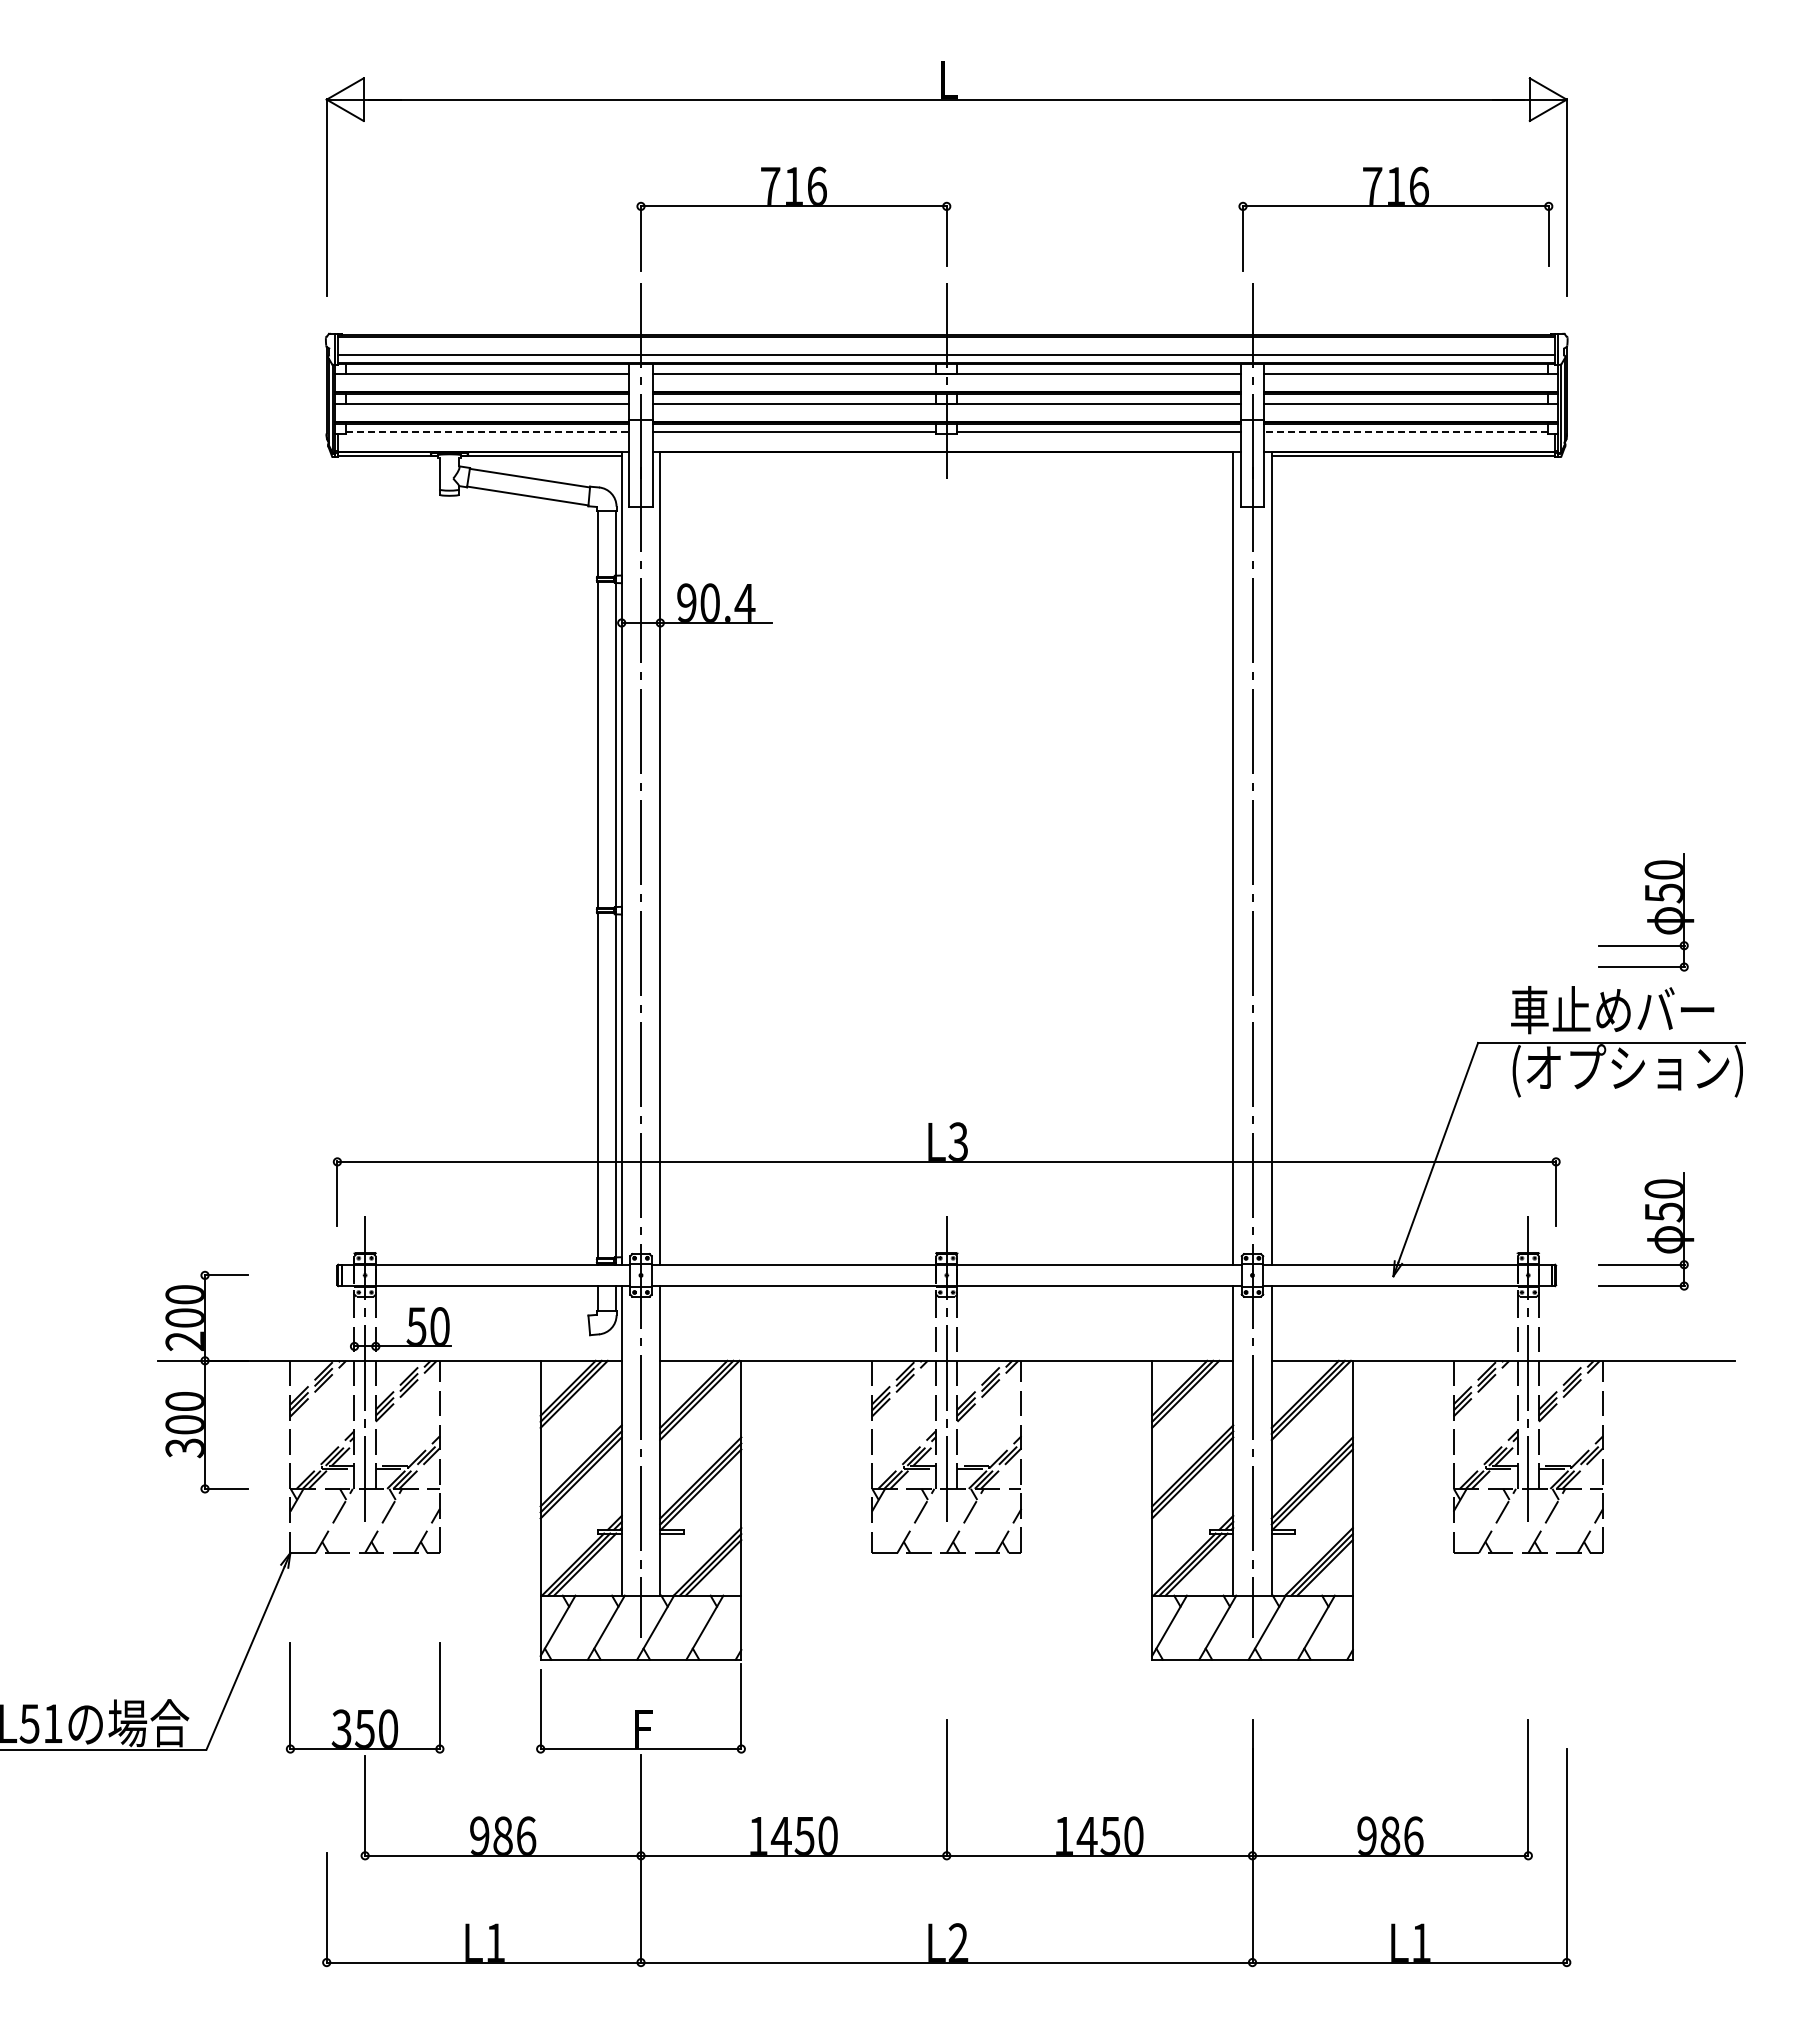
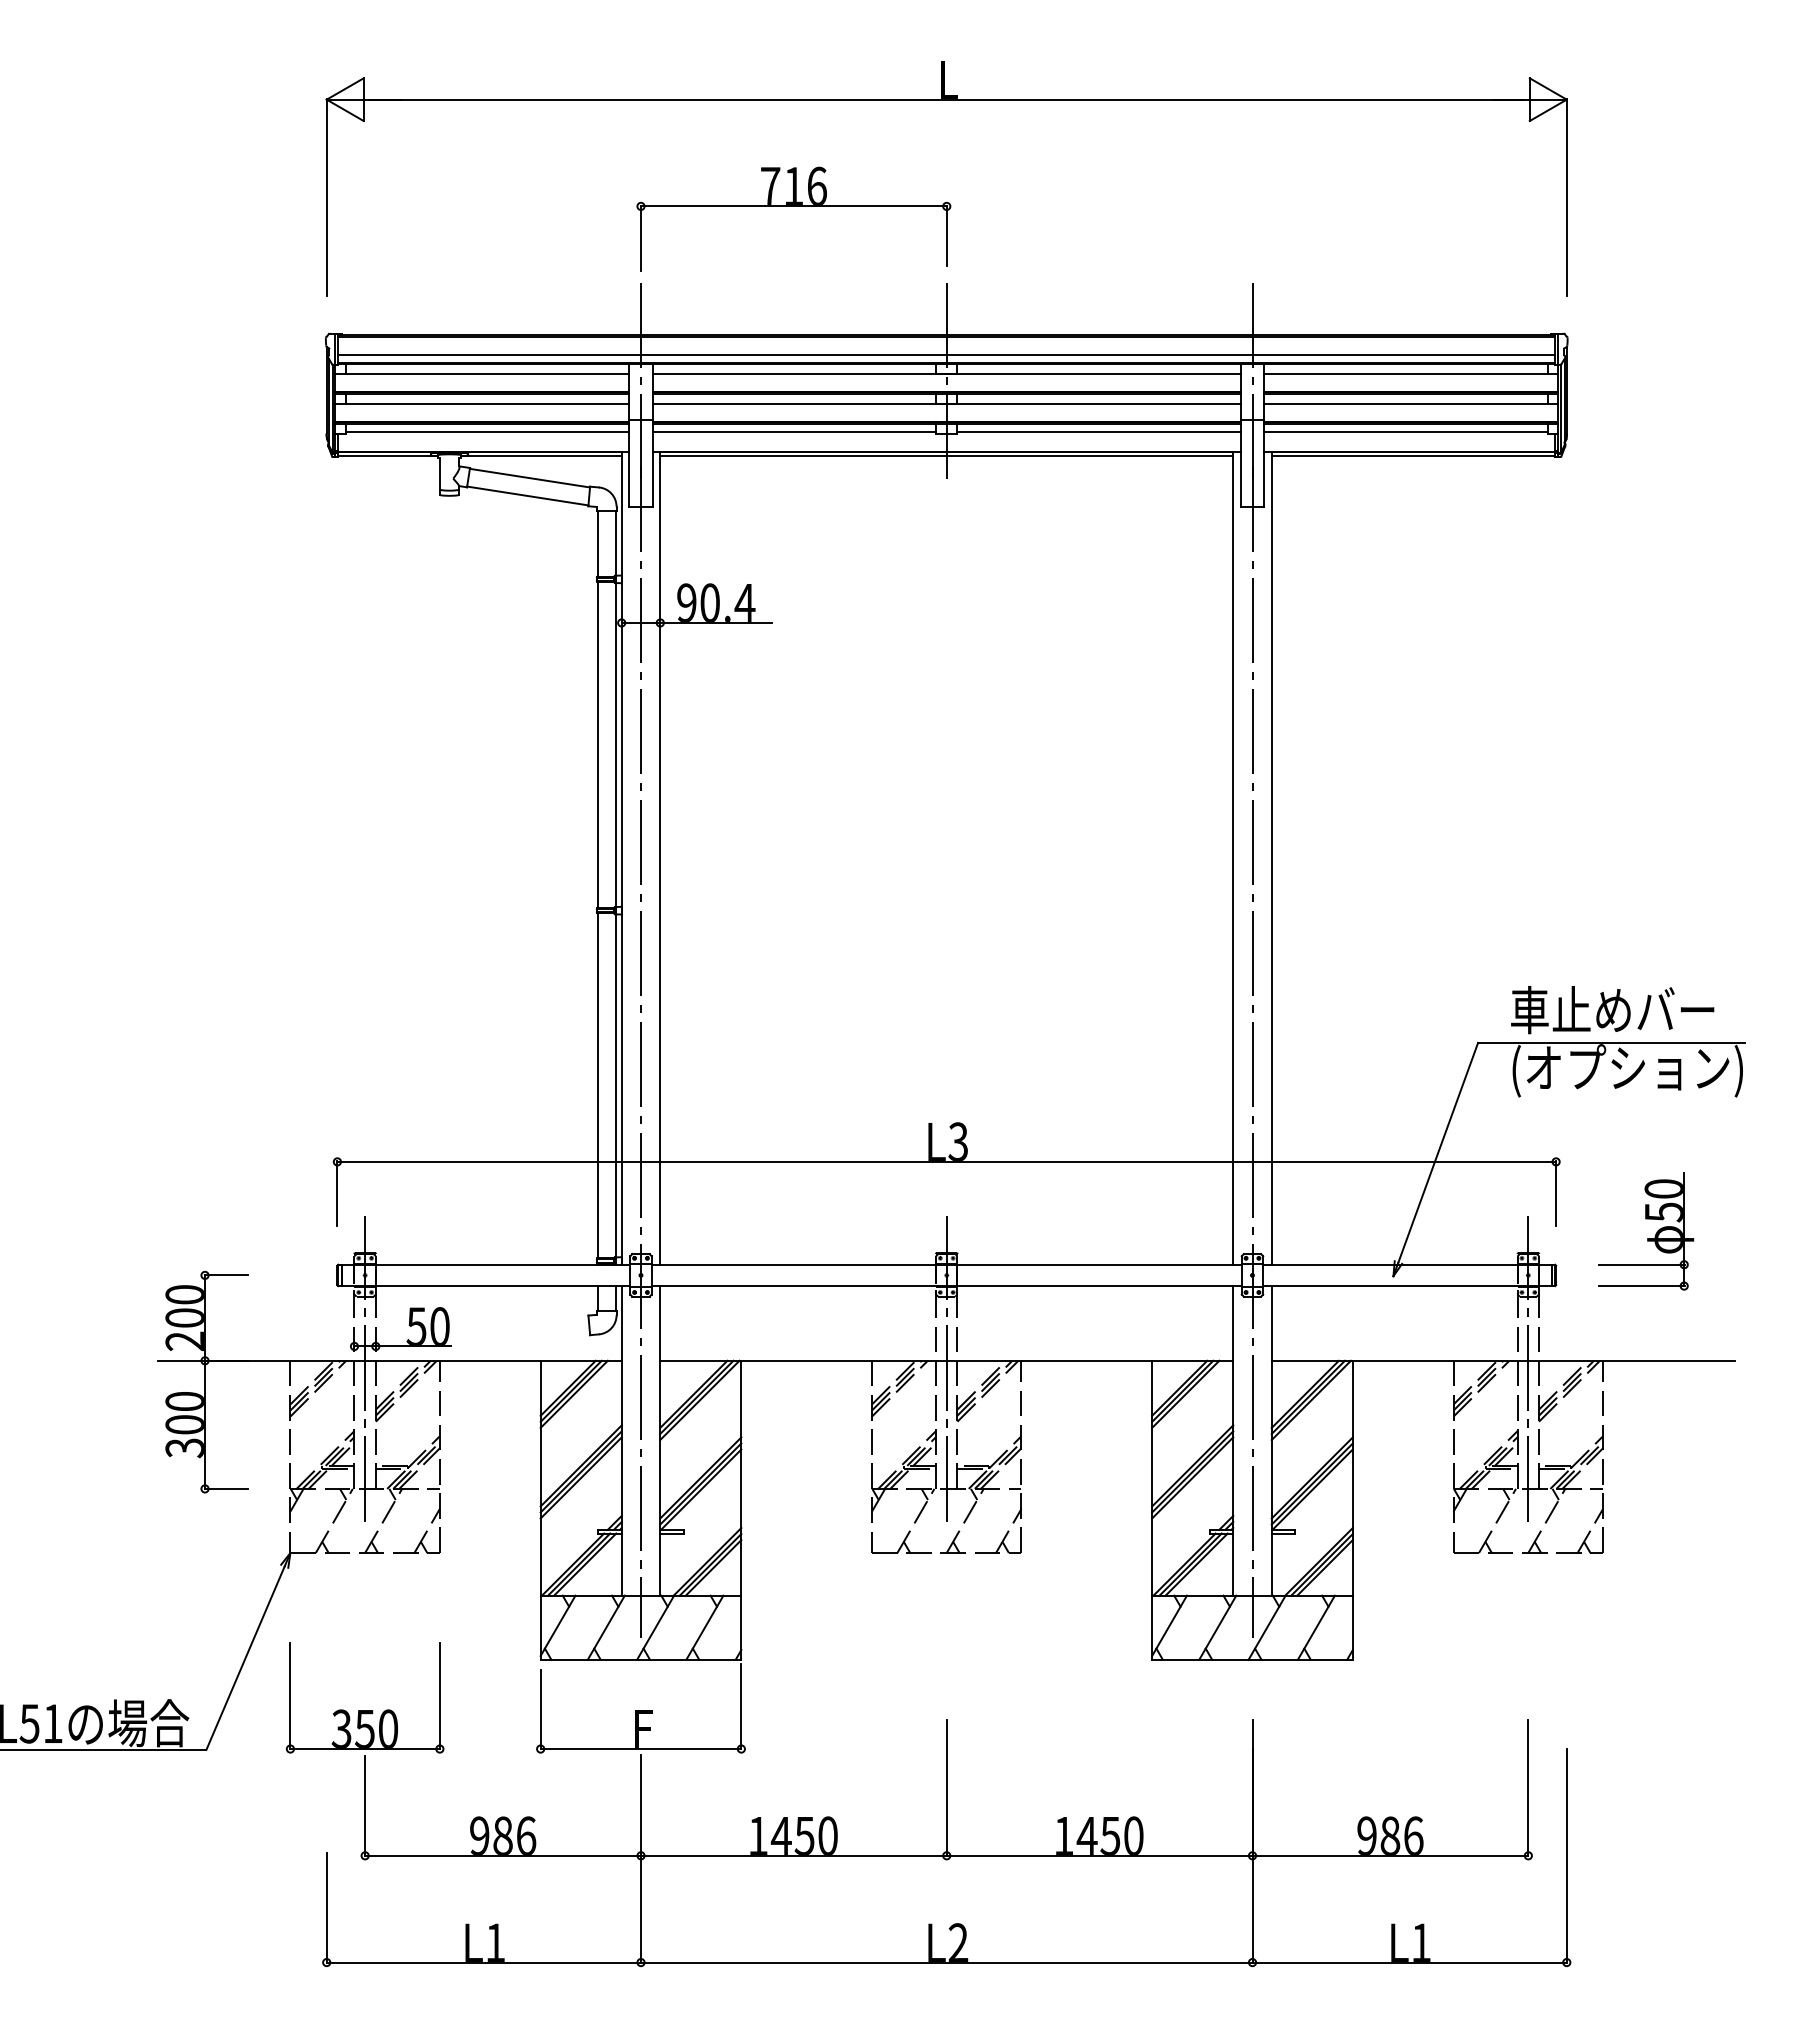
part at (1395, 206): present -> none
line at (487, 431): dashed -> solid
line at (1405, 431): dashed -> solid
line at (946, 455): none -> present
part at (1647, 919): present -> none
